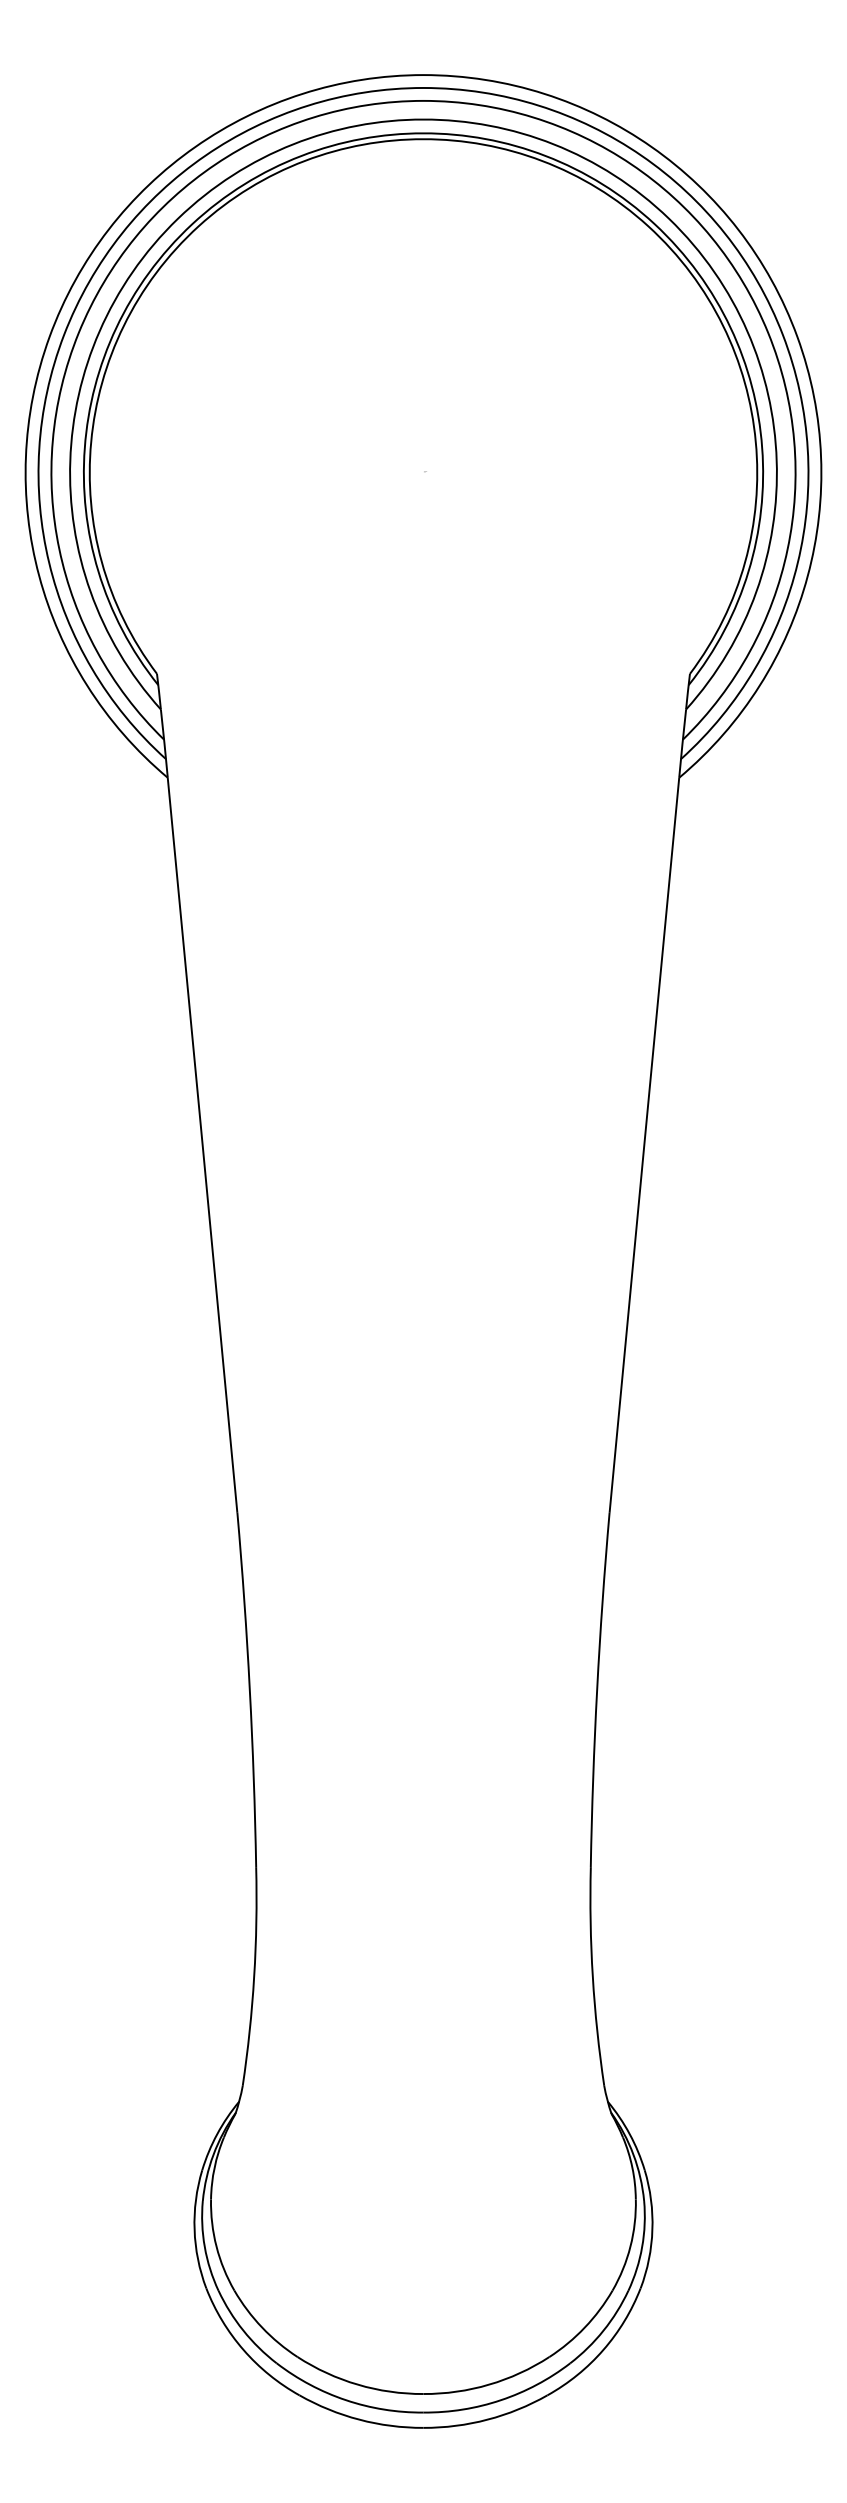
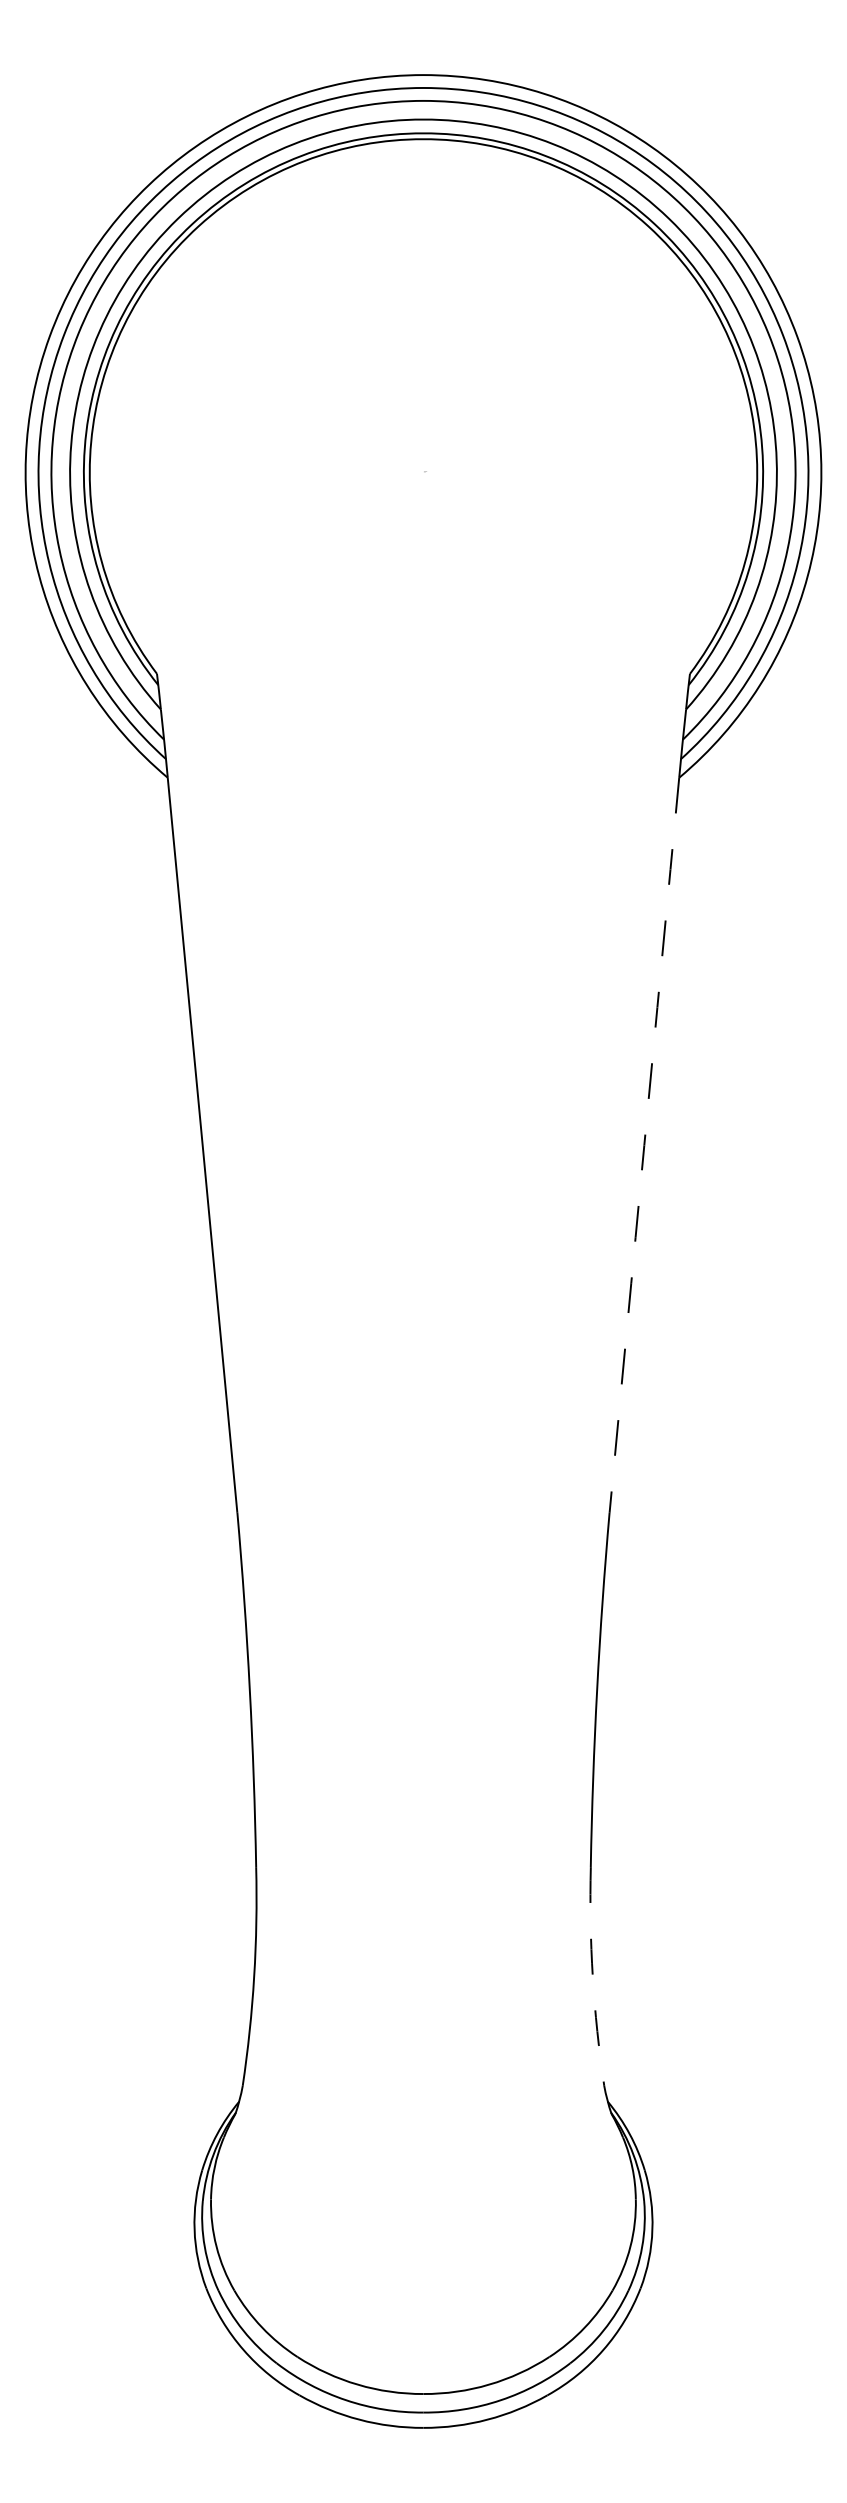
arc at (644, 1145): solid -> dashed
arc at (592, 1976): solid -> dashed
